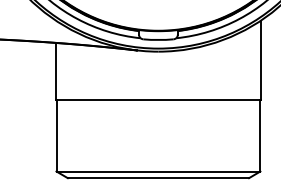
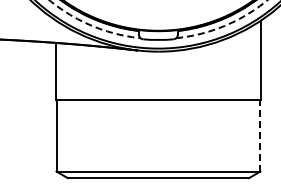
arc at (49, 0): solid -> dashed
line at (260, 135): solid -> dashed
